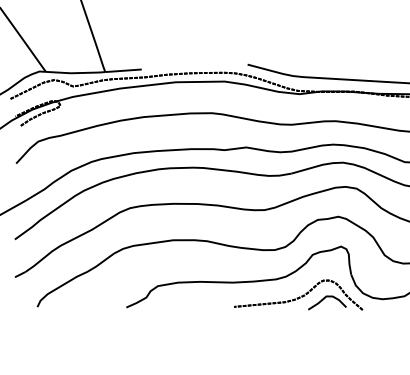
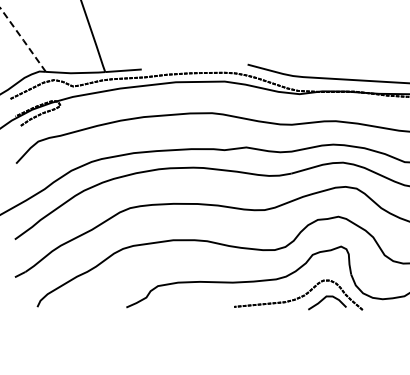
line at (23, 40): solid -> dashed
